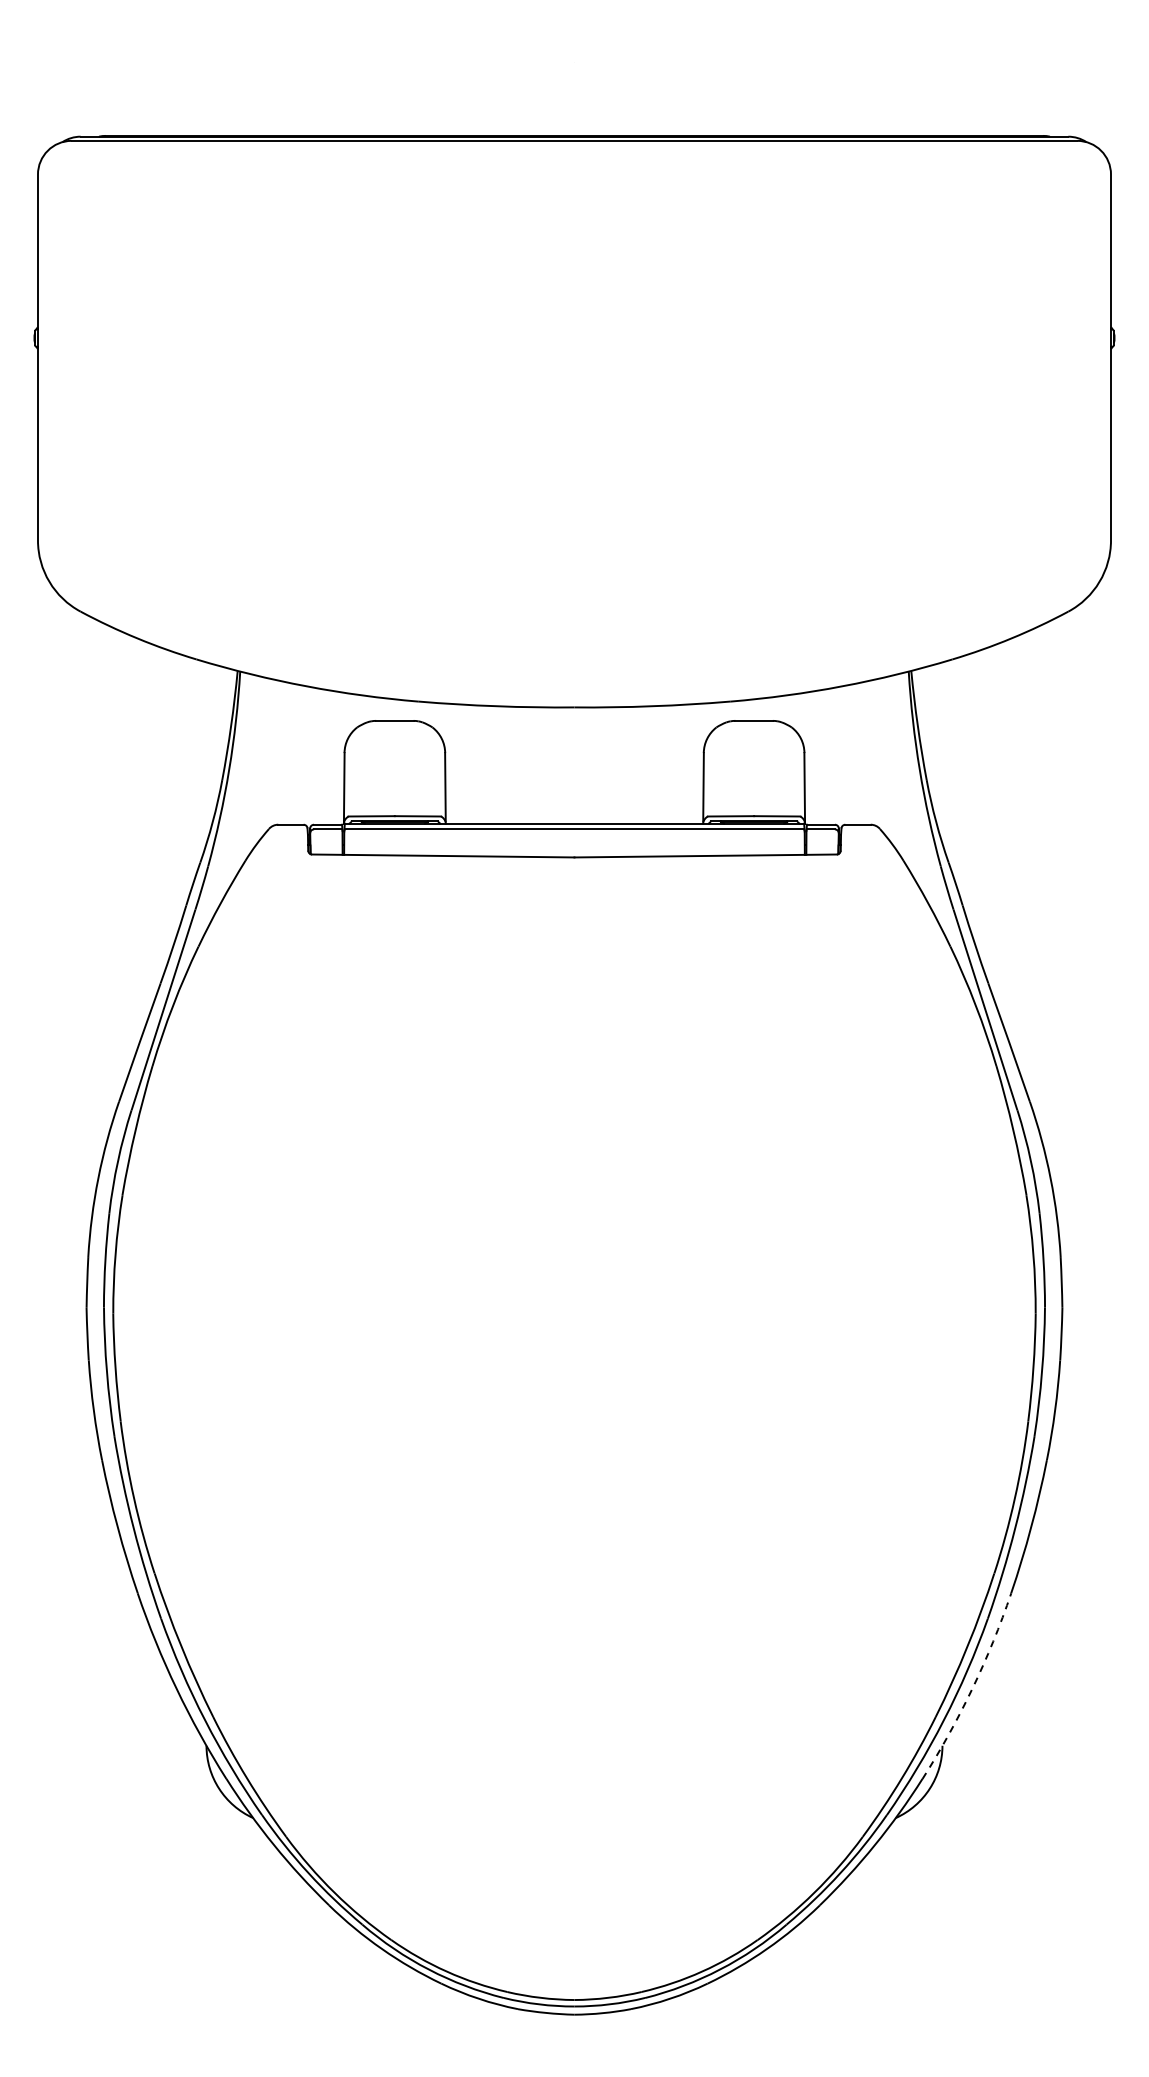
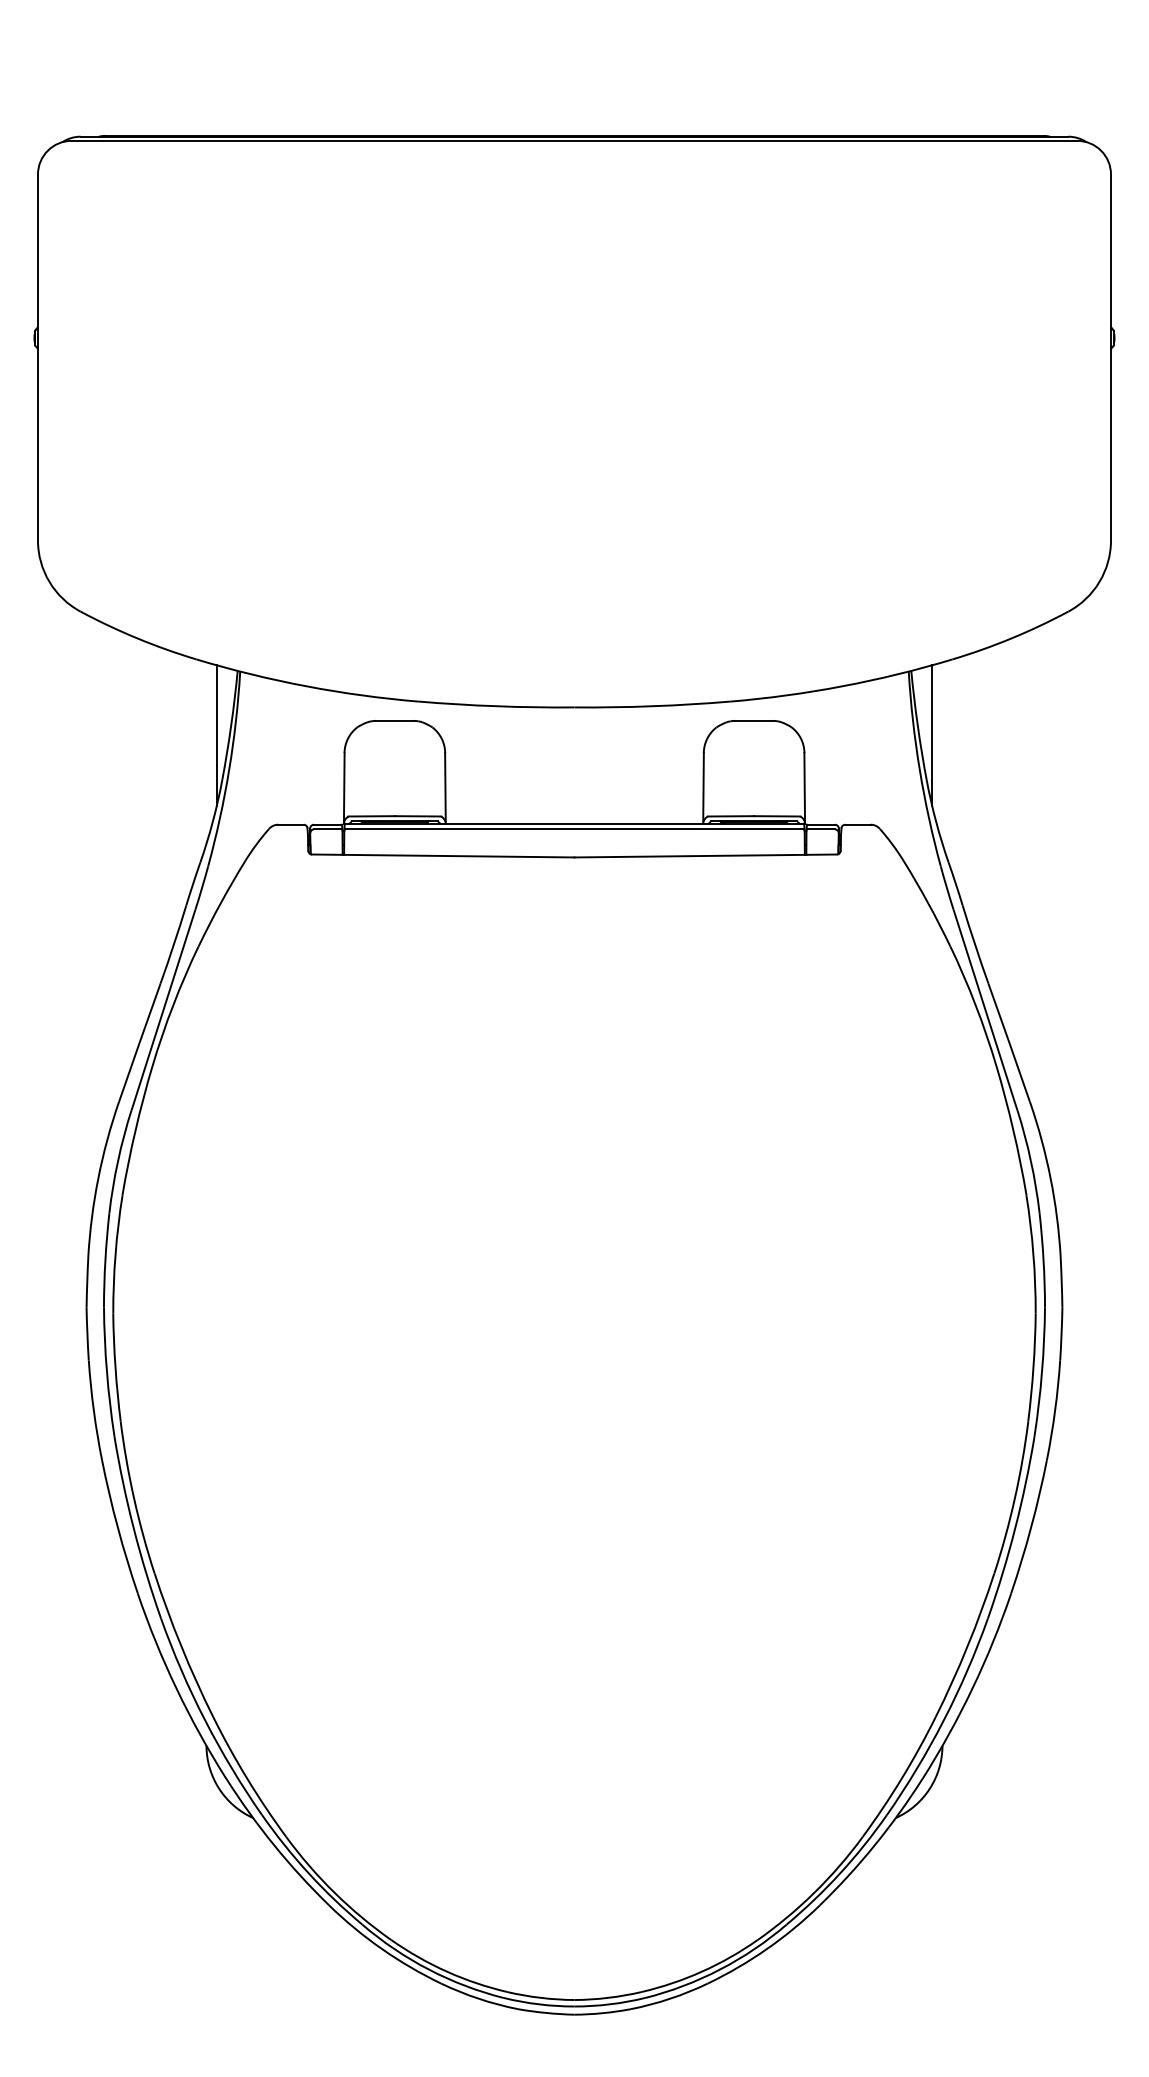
line at (216, 735): none -> present
line at (932, 735): none -> present
arc at (972, 1688): dashed -> solid
